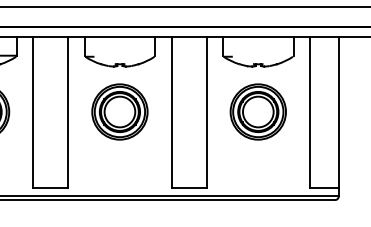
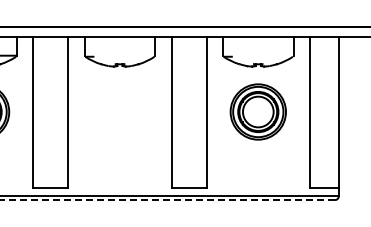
line at (184, 6): present -> none
part at (119, 111): present -> none
line at (167, 200): solid -> dashed
